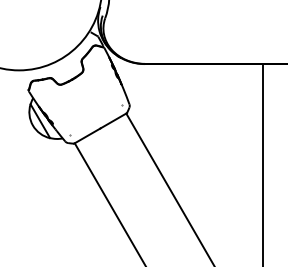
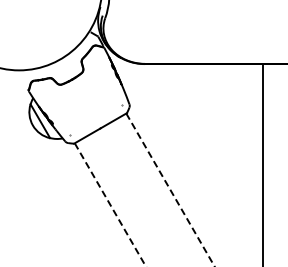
line at (170, 190): solid -> dashed
line at (110, 205): solid -> dashed
